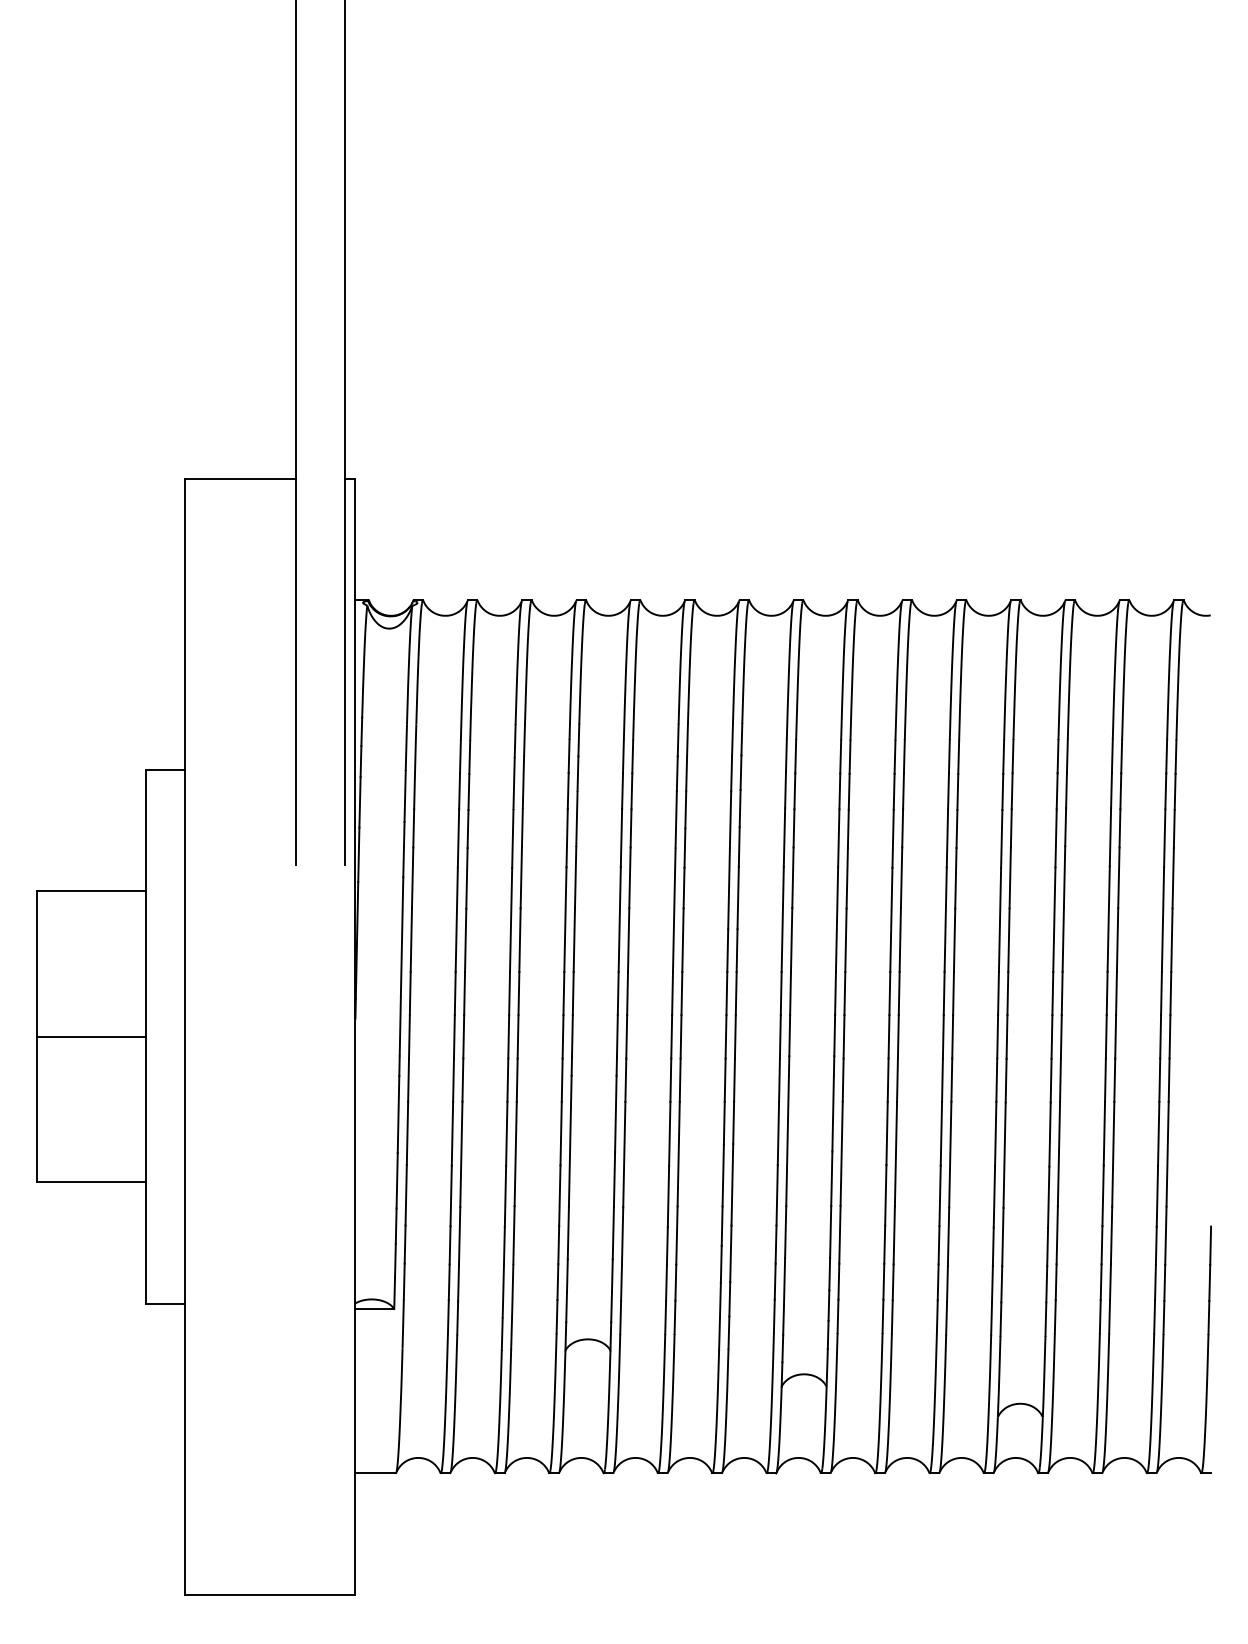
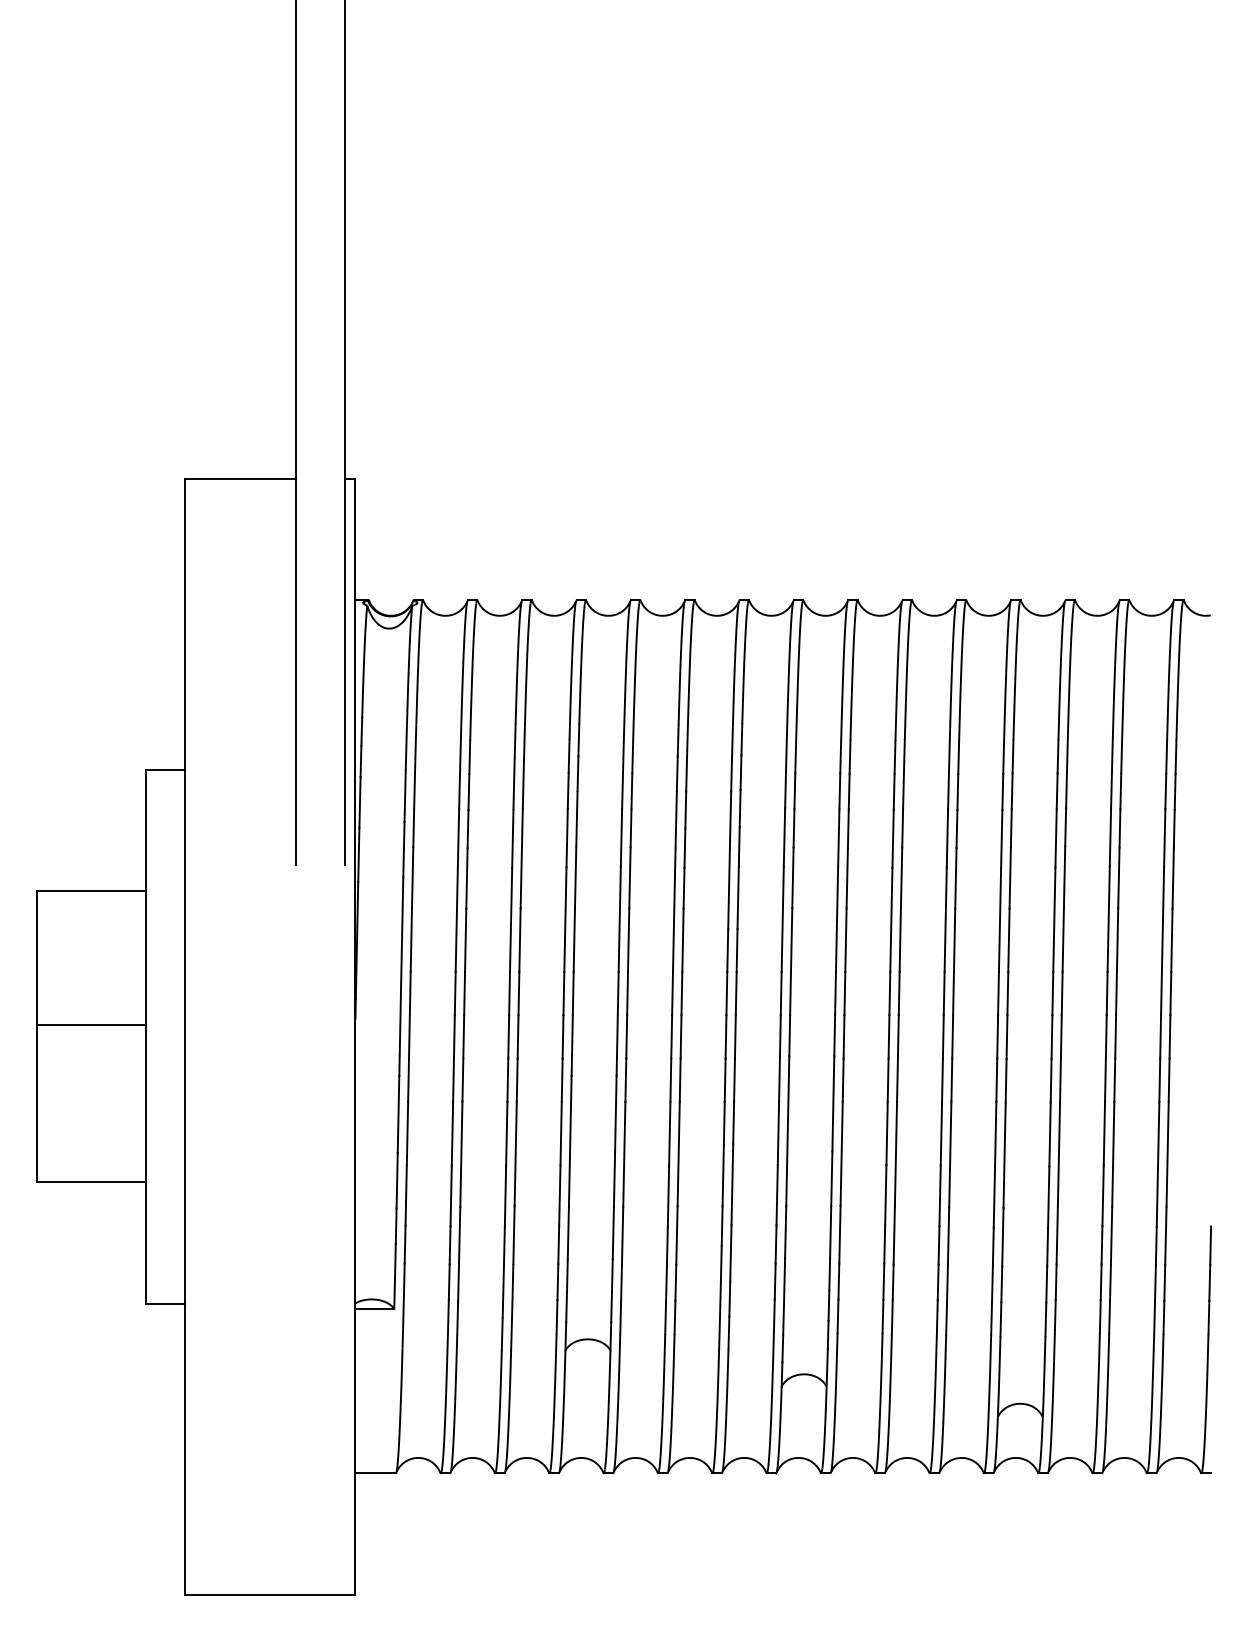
line at (91, 1036) position: (91, 1036) -> (91, 1024)
